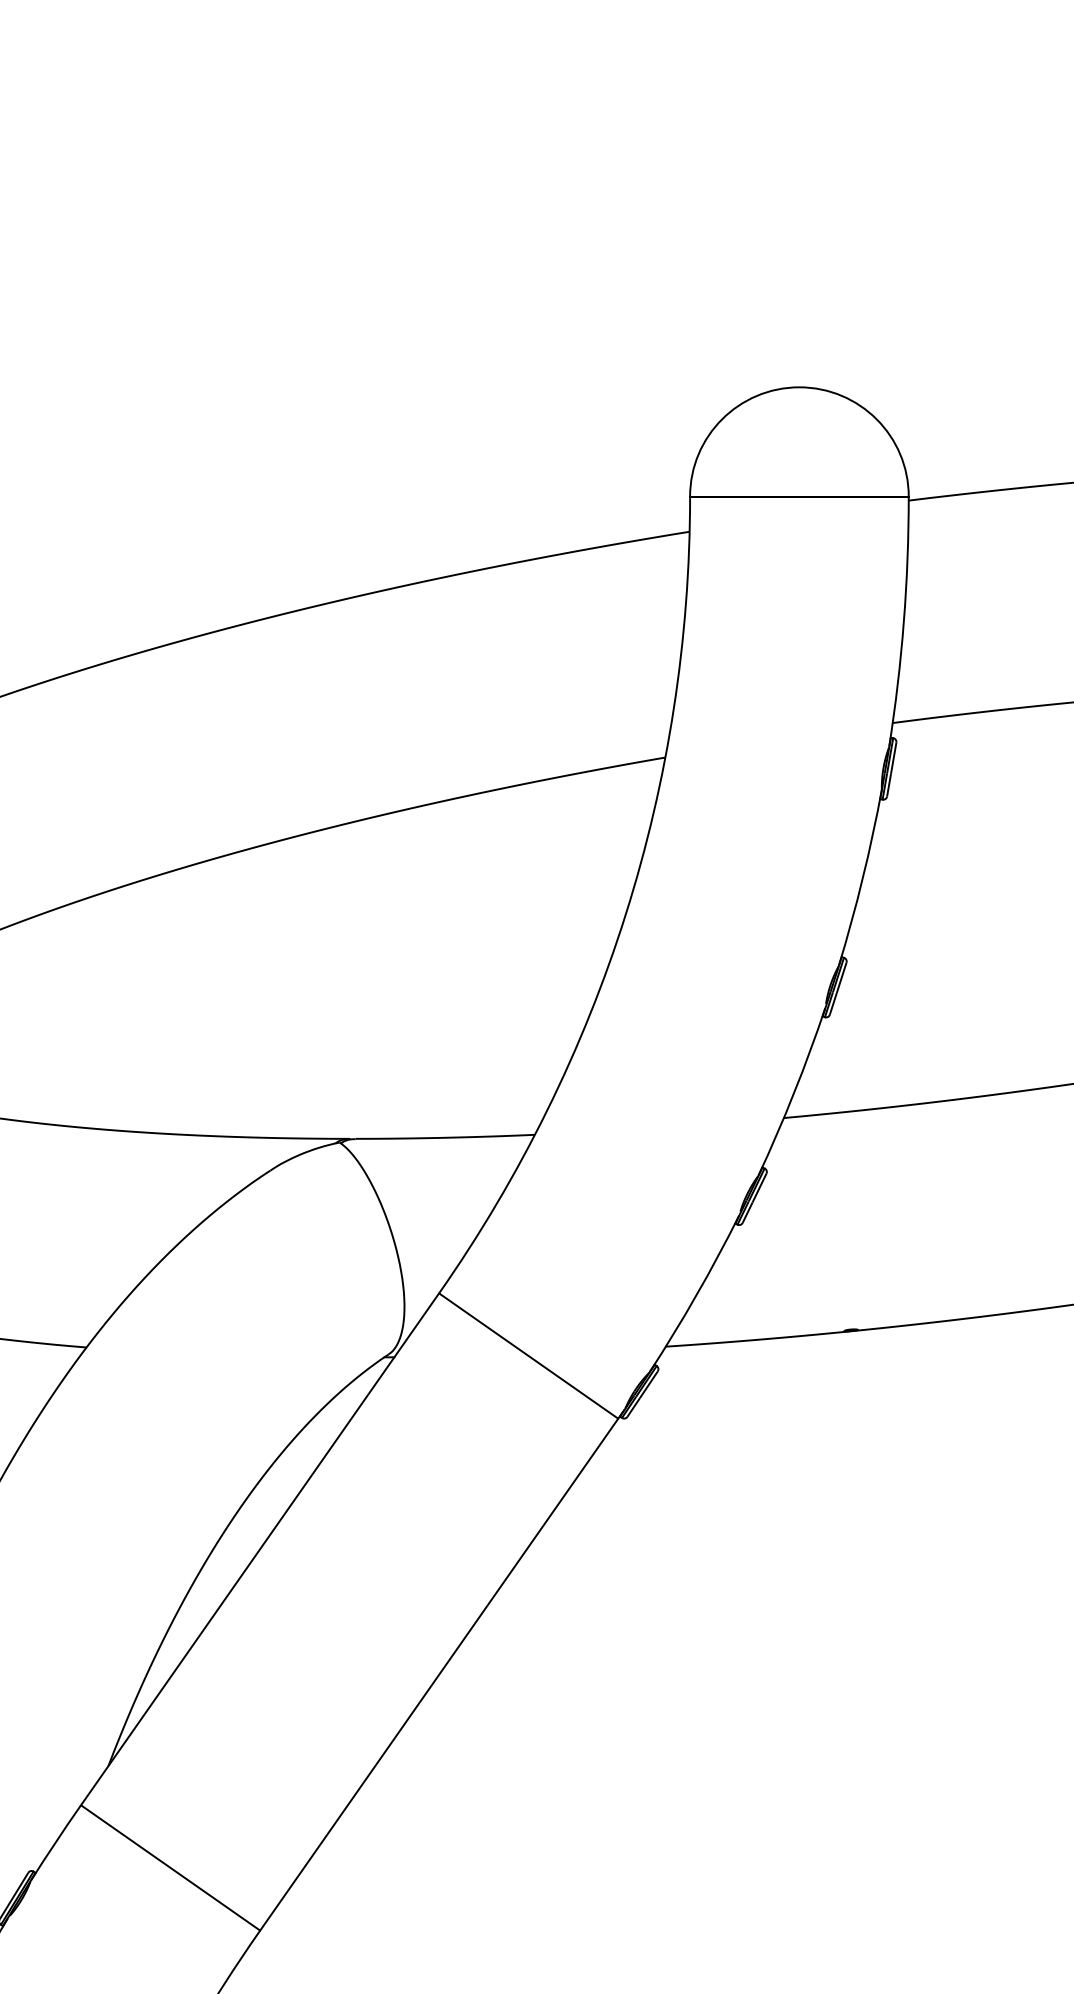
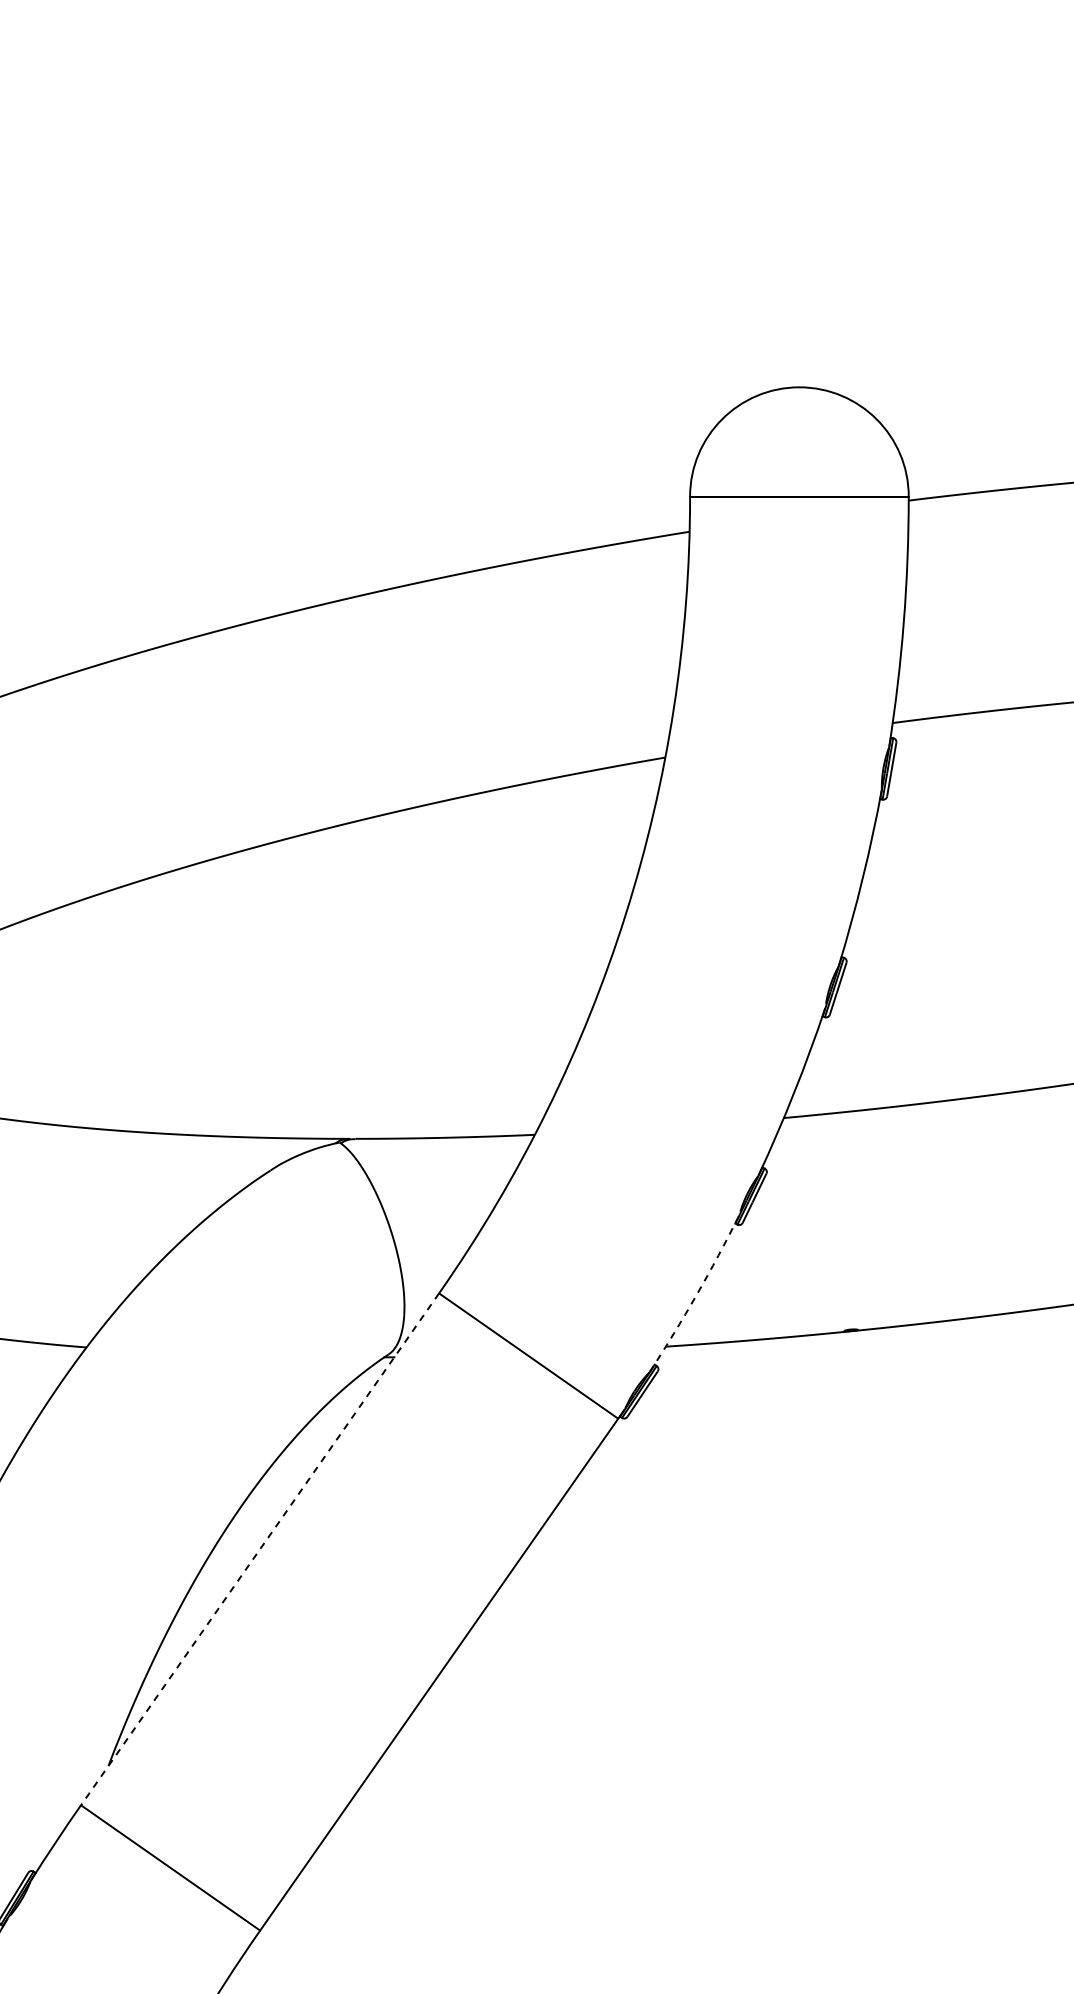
arc at (696, 1295): solid -> dashed
line at (259, 1549): solid -> dashed
